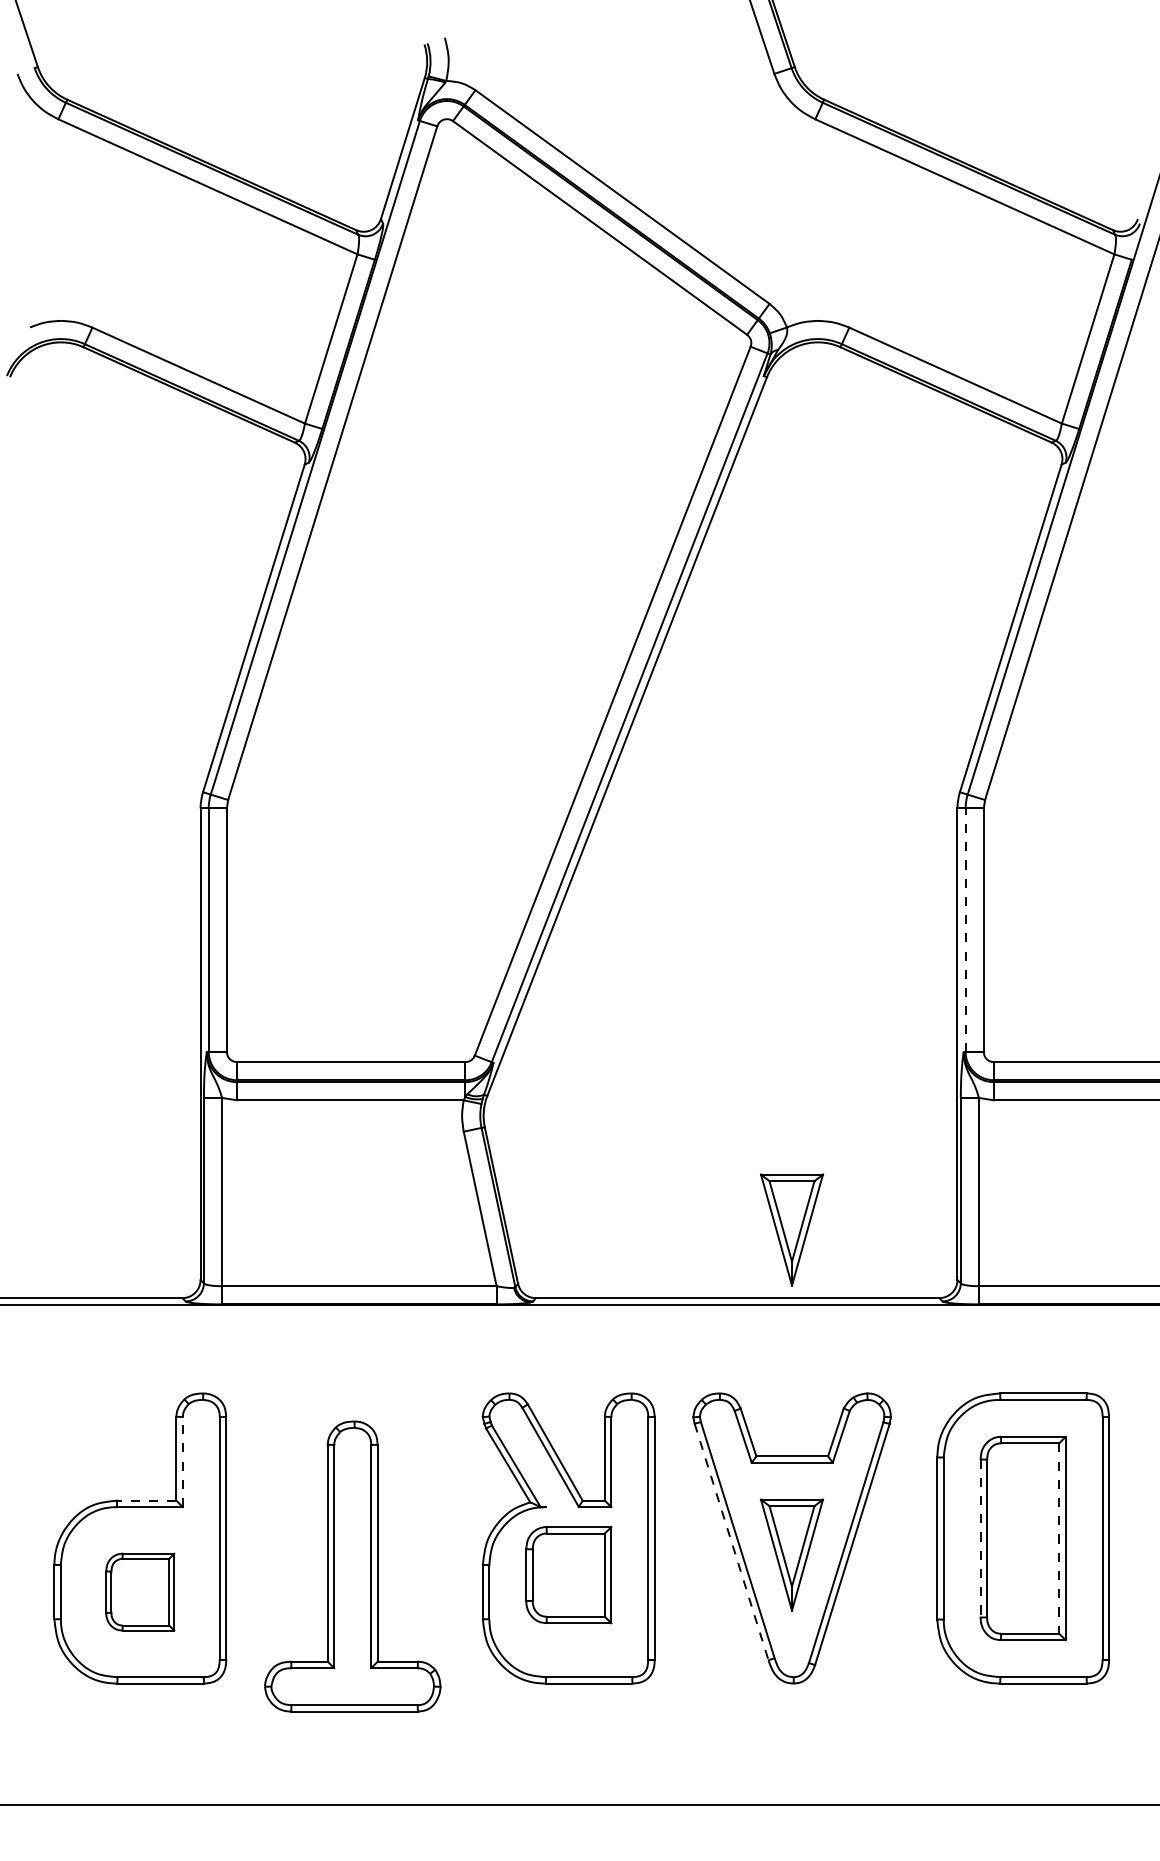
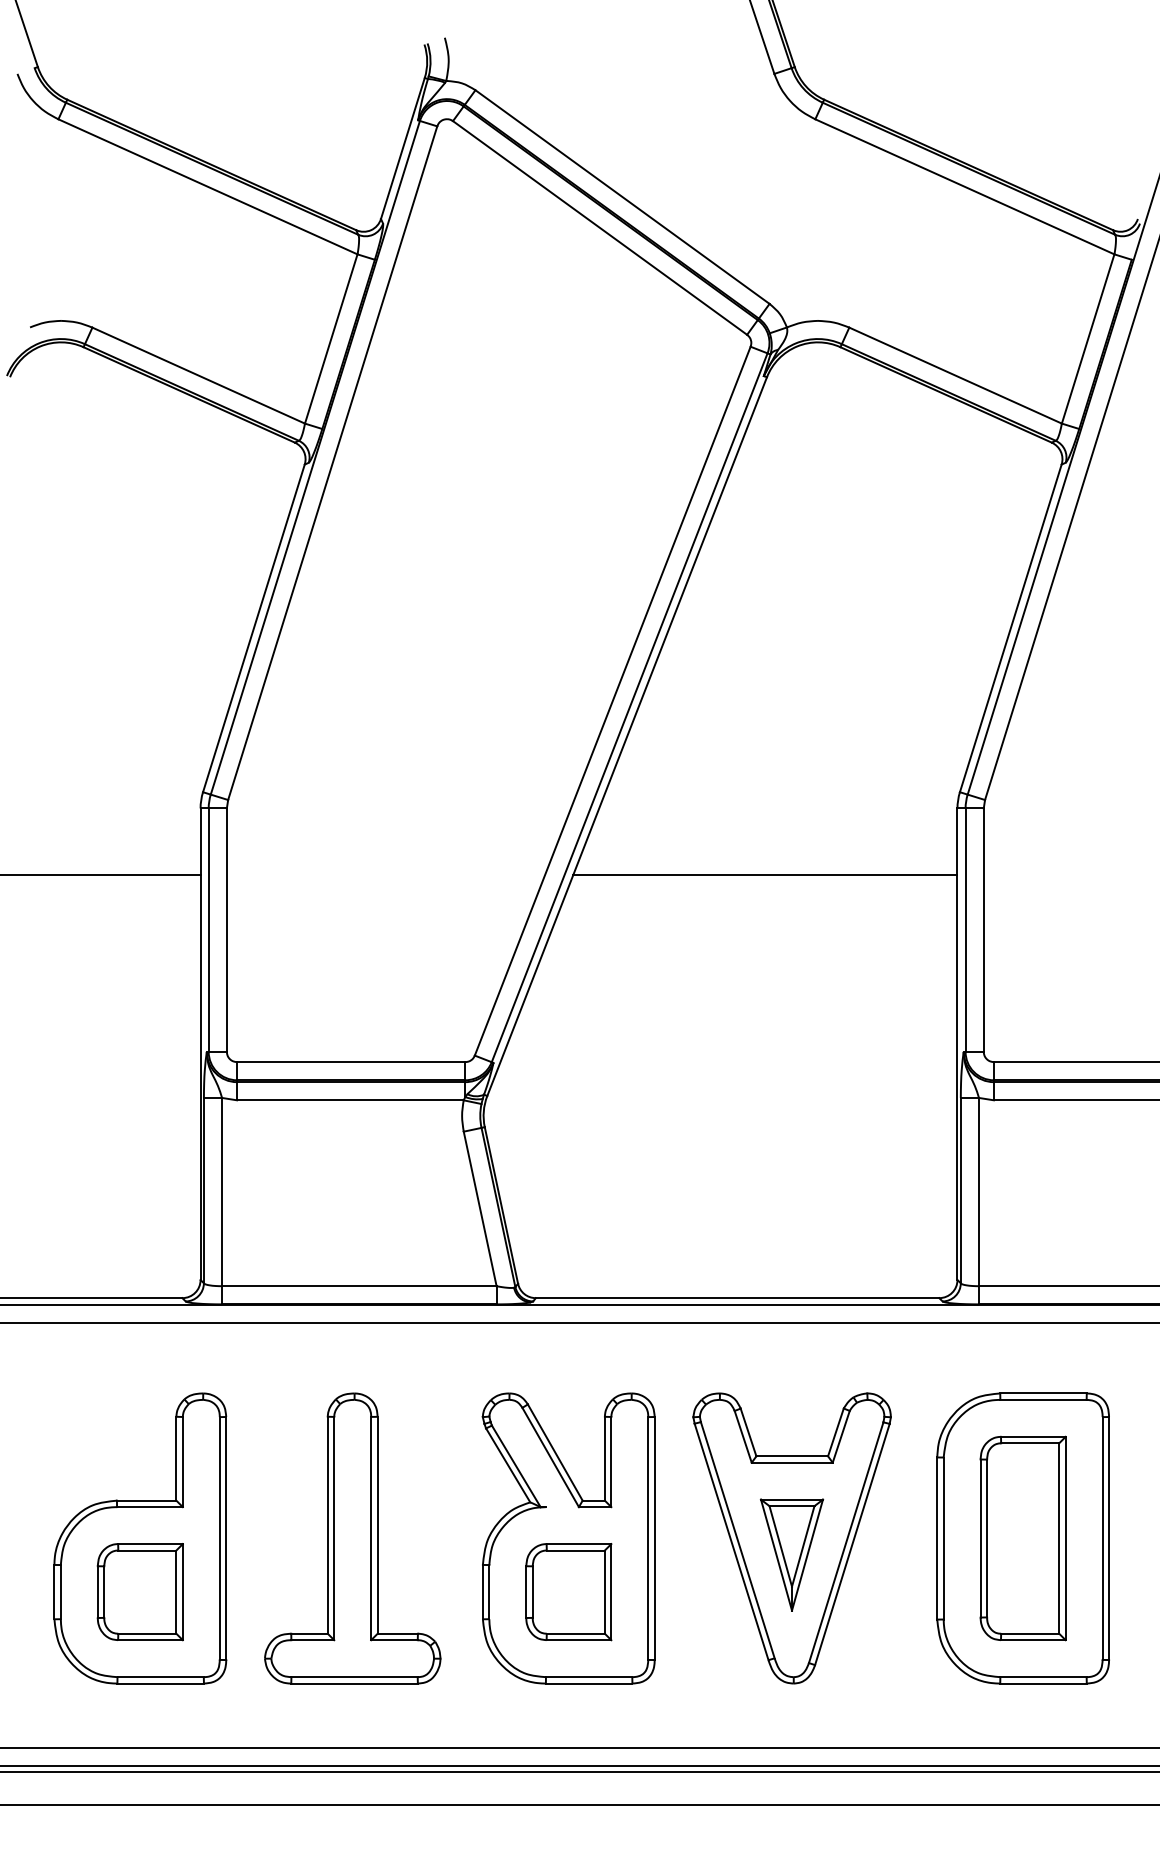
line at (101, 874): none -> present
line at (765, 874): none -> present
line at (965, 930): dashed -> solid
part at (792, 1229): present -> none
line at (579, 1322): none -> present
line at (182, 1461): dashed -> solid
line at (146, 1500): dashed -> solid
line at (980, 1539): dashed -> solid
line at (1059, 1539): dashed -> solid
line at (731, 1541): dashed -> solid
part at (352, 1566) position: (352, 1566) -> (352, 1538)
part at (568, 1575) position: (568, 1575) -> (568, 1592)
part at (140, 1591) size: 71x80 px -> 88x99 px
line at (579, 1747): none -> present
line at (579, 1765): none -> present
line at (579, 1772): none -> present
